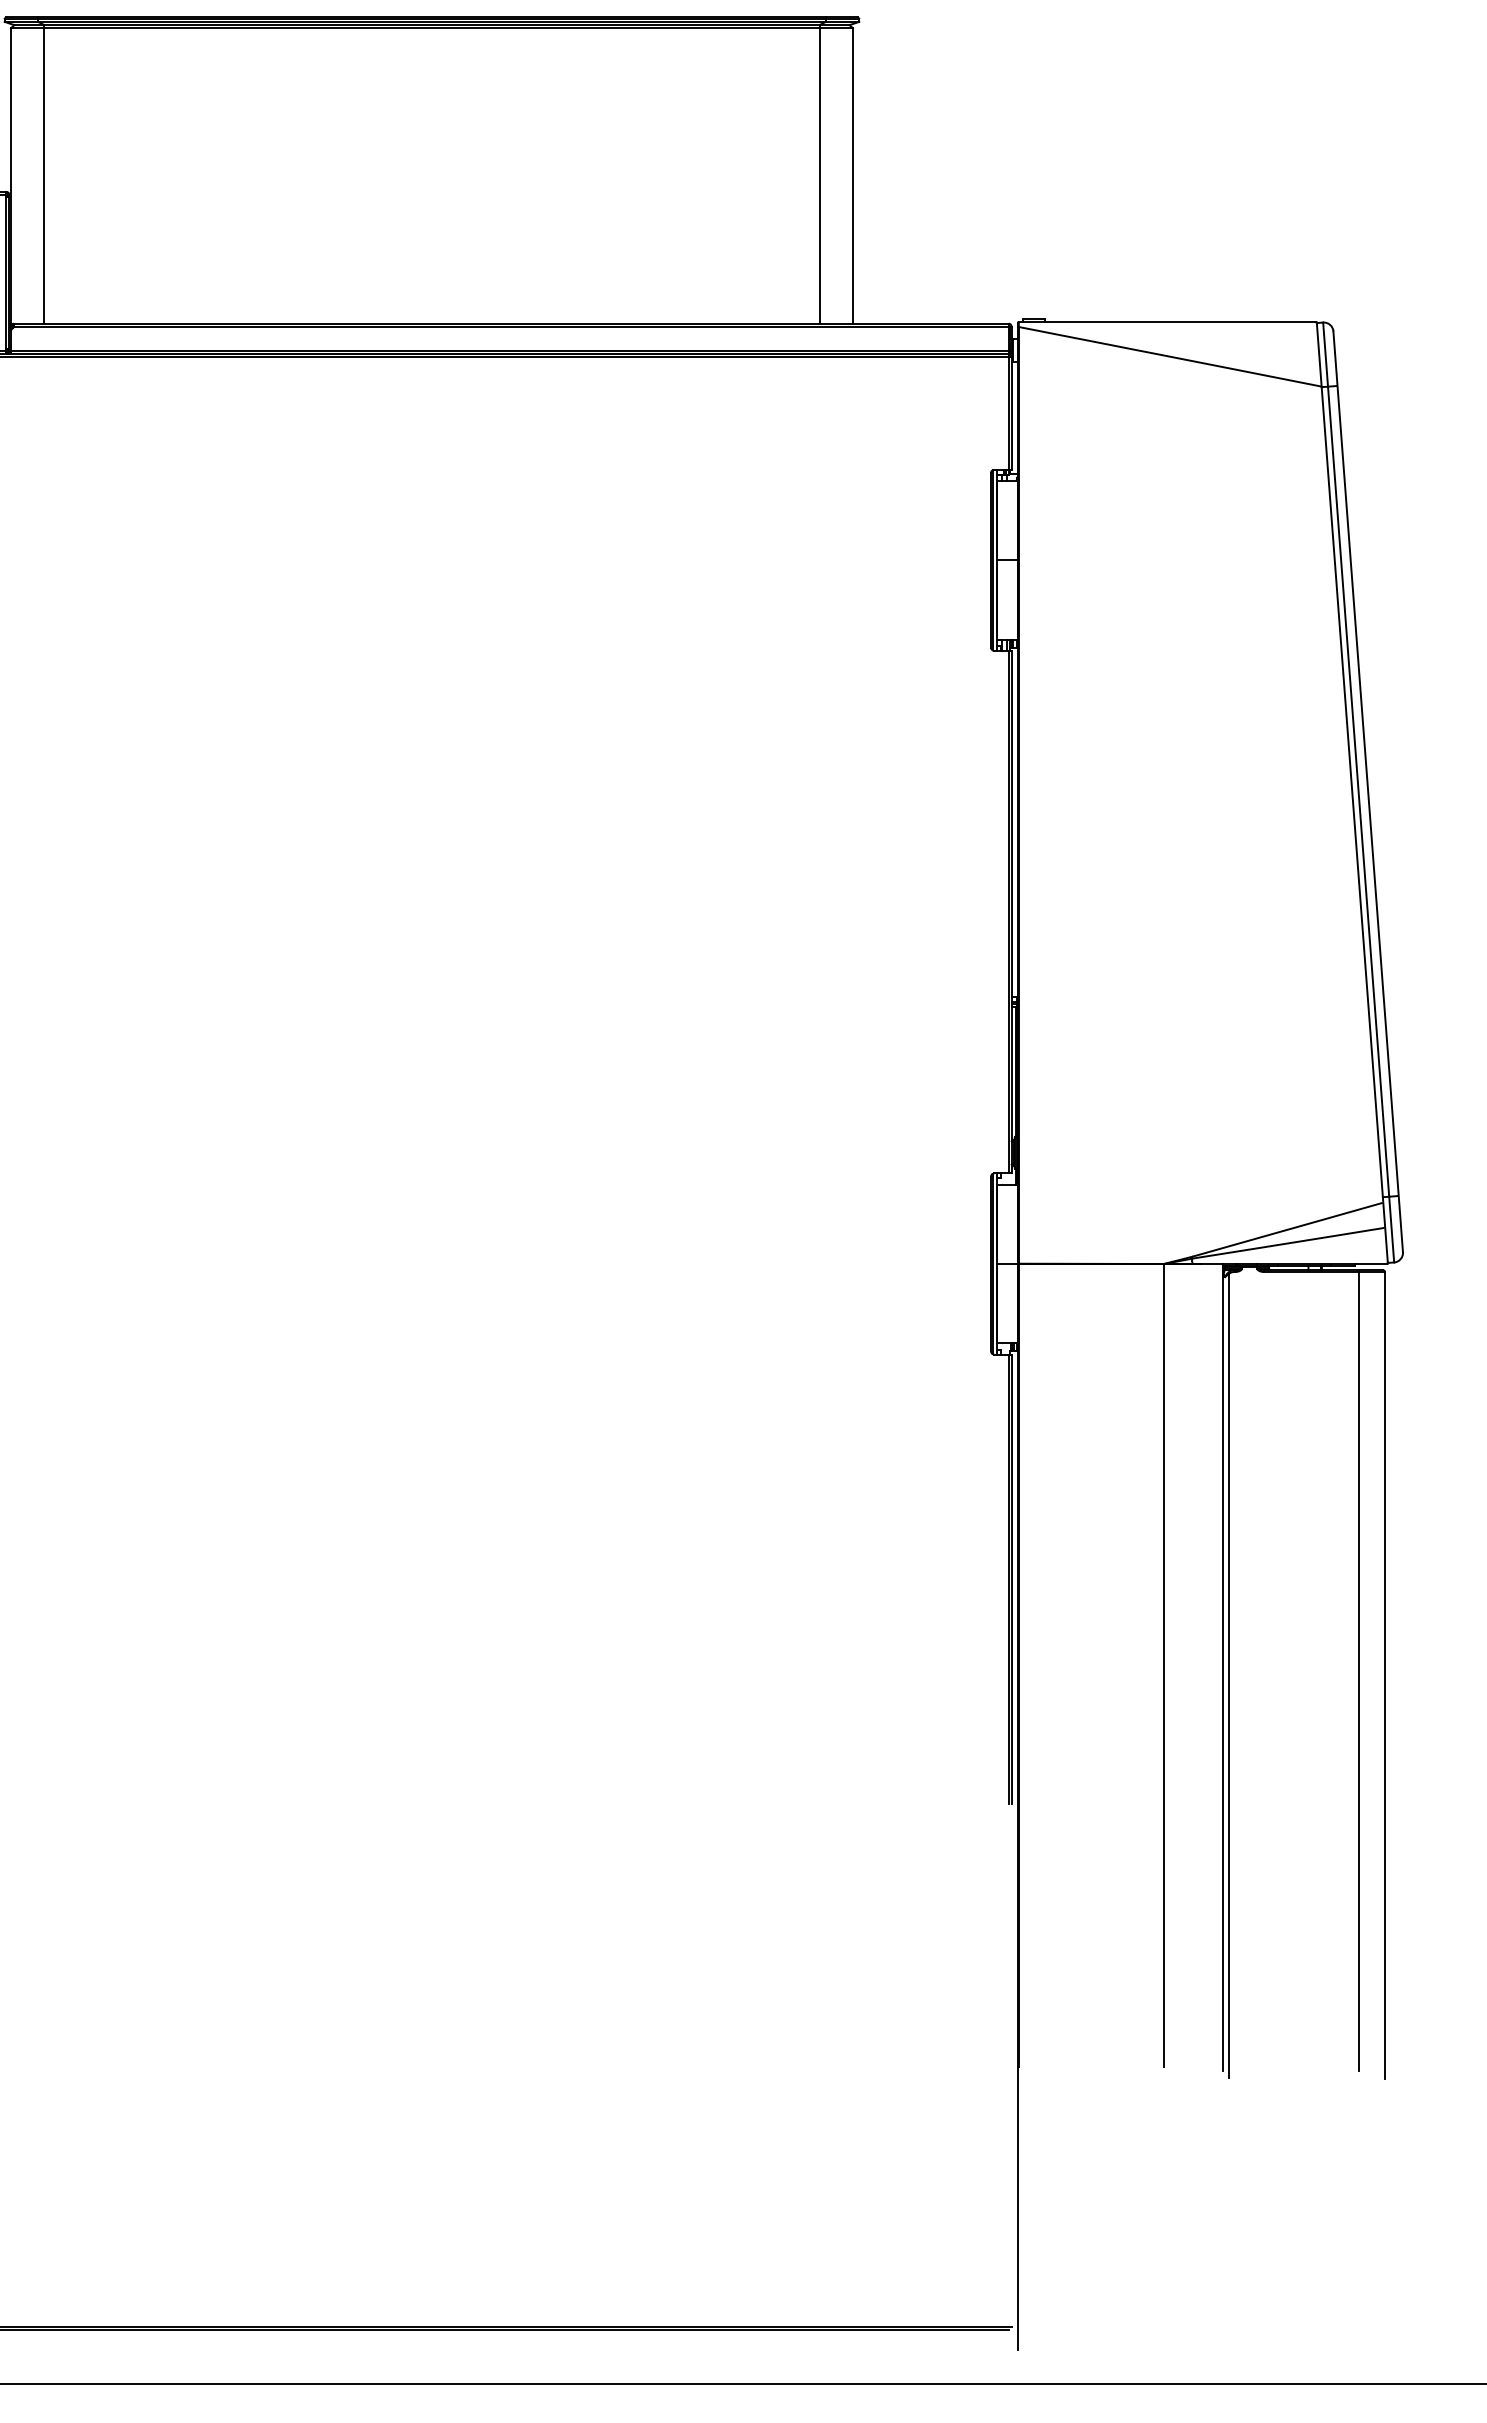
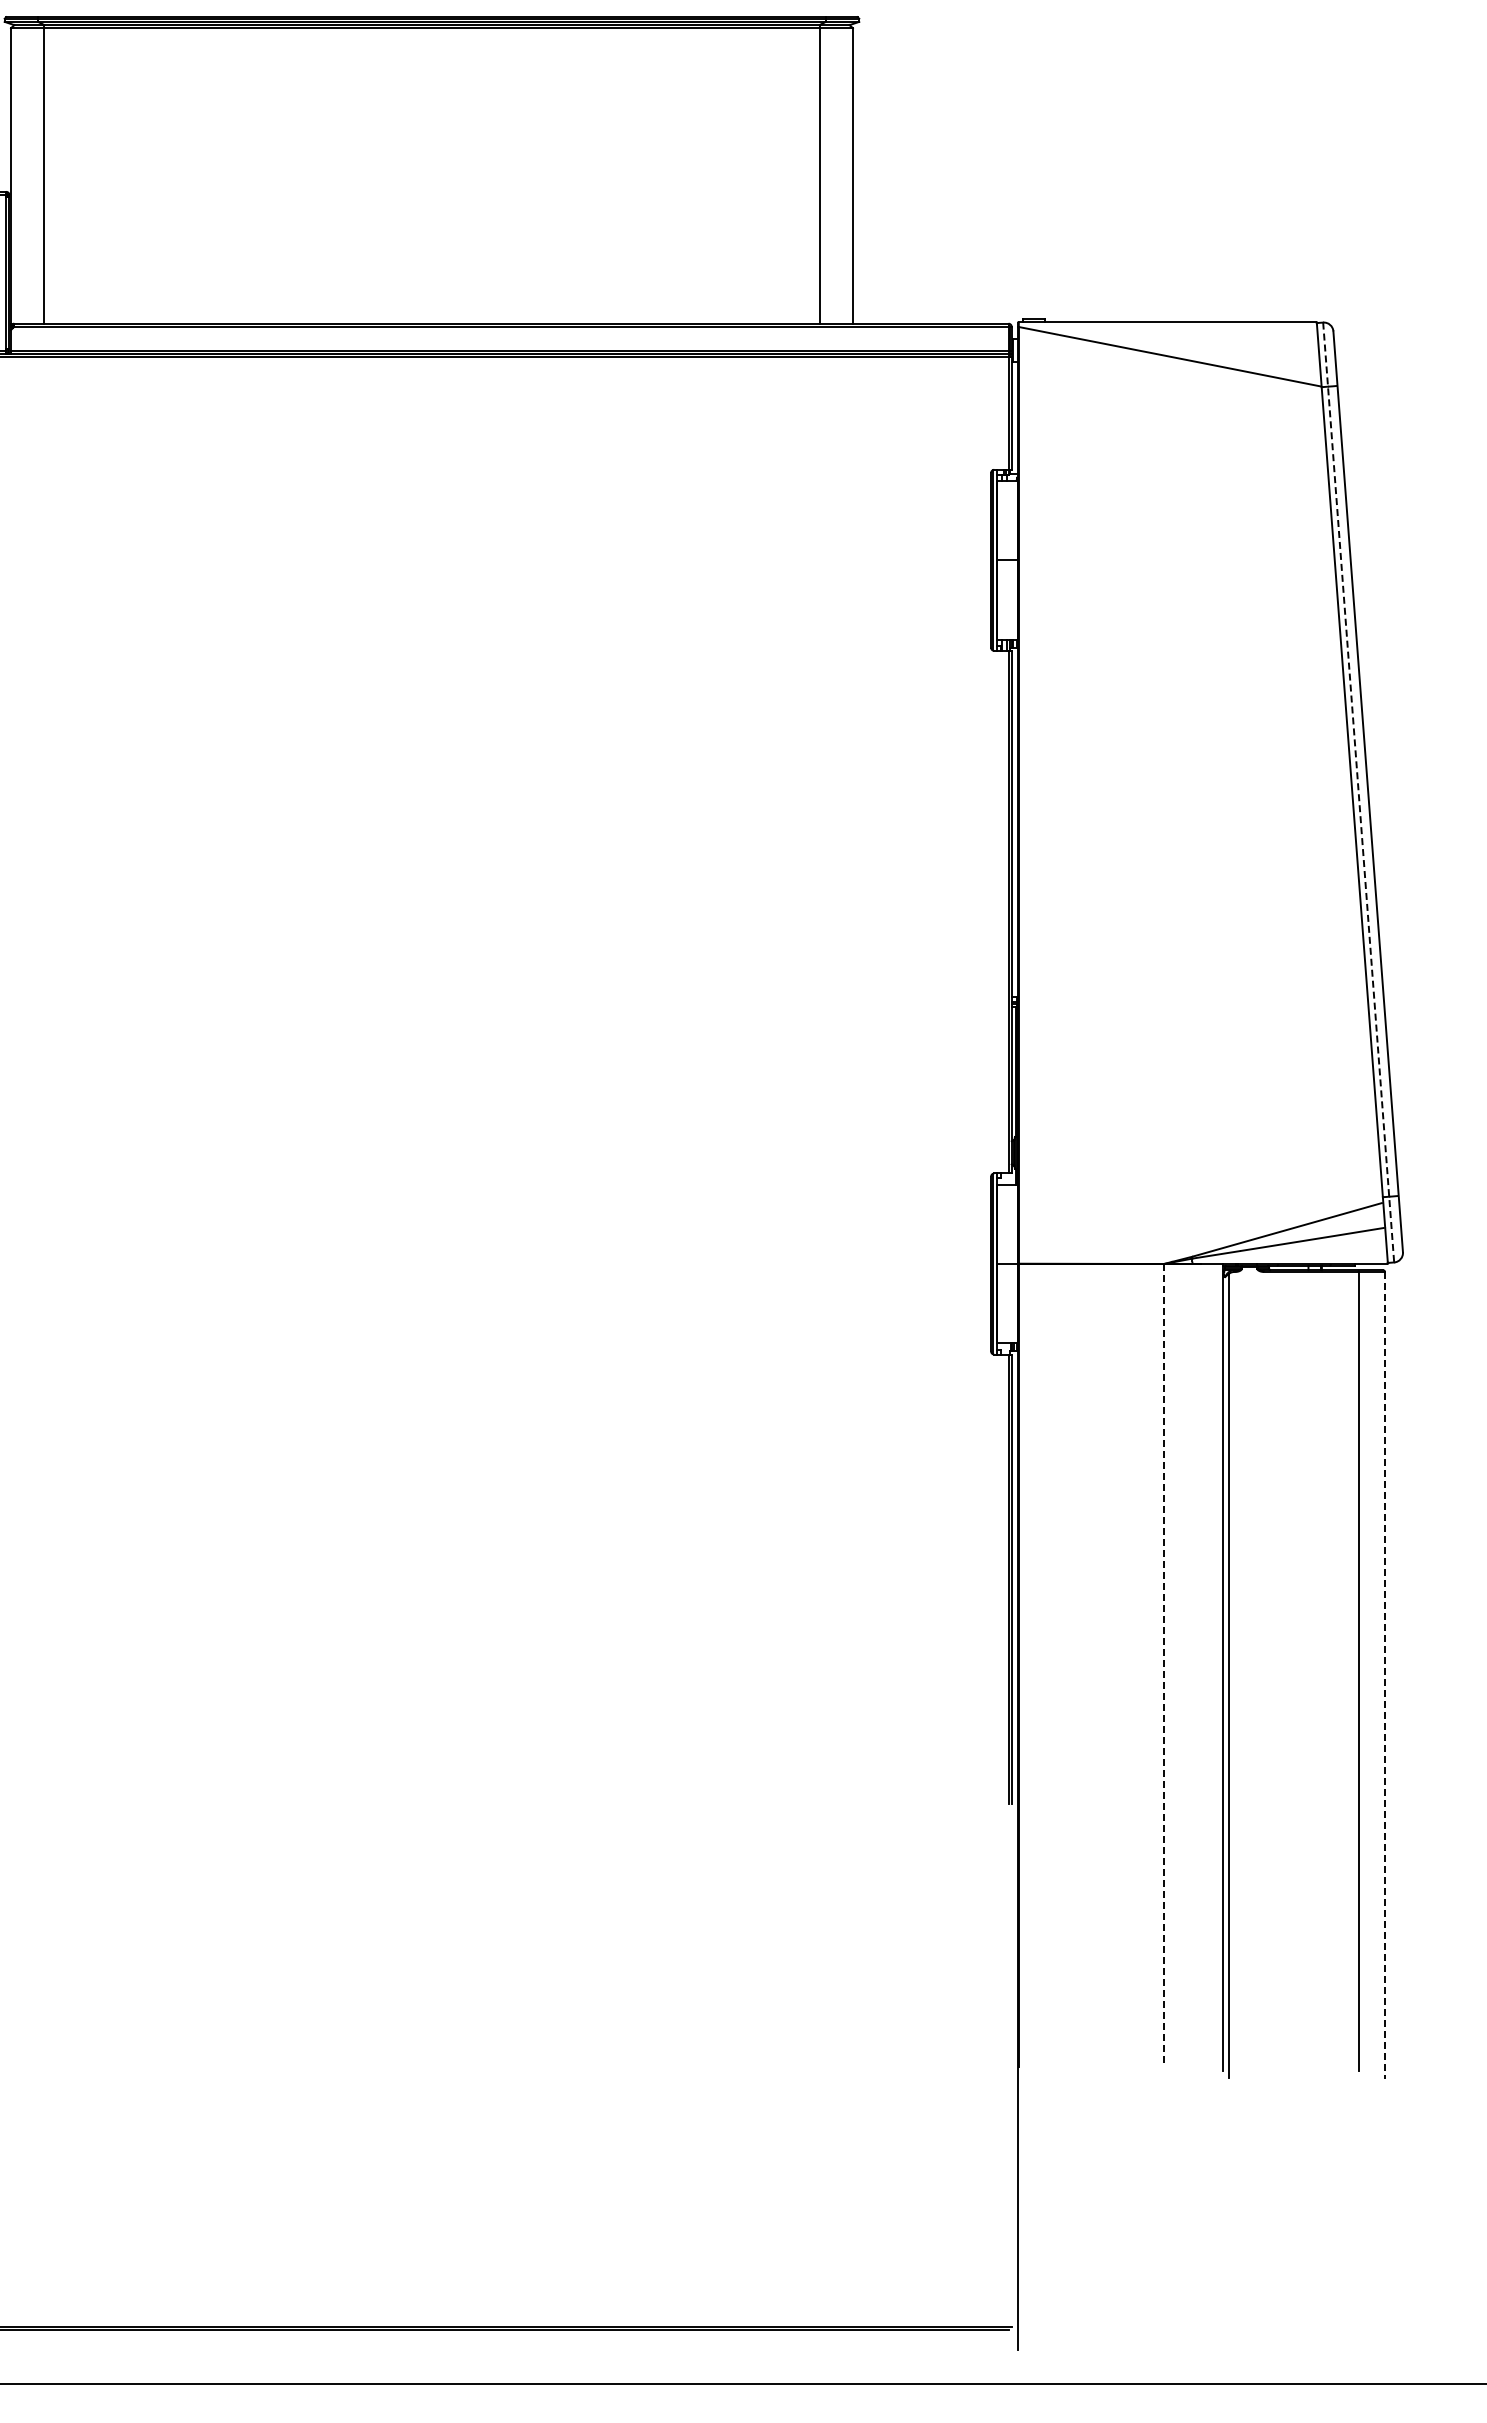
line at (1358, 793): solid -> dashed
line at (1164, 1665): solid -> dashed
line at (1385, 1675): solid -> dashed
